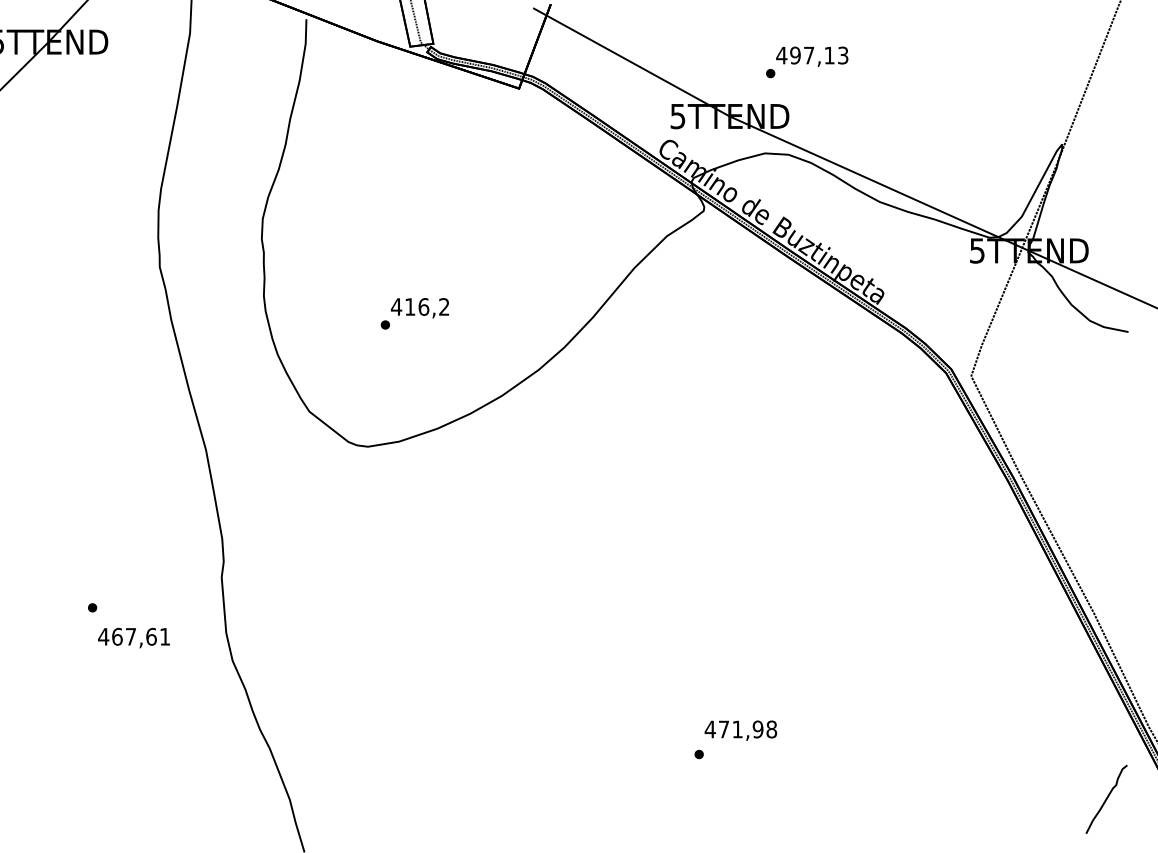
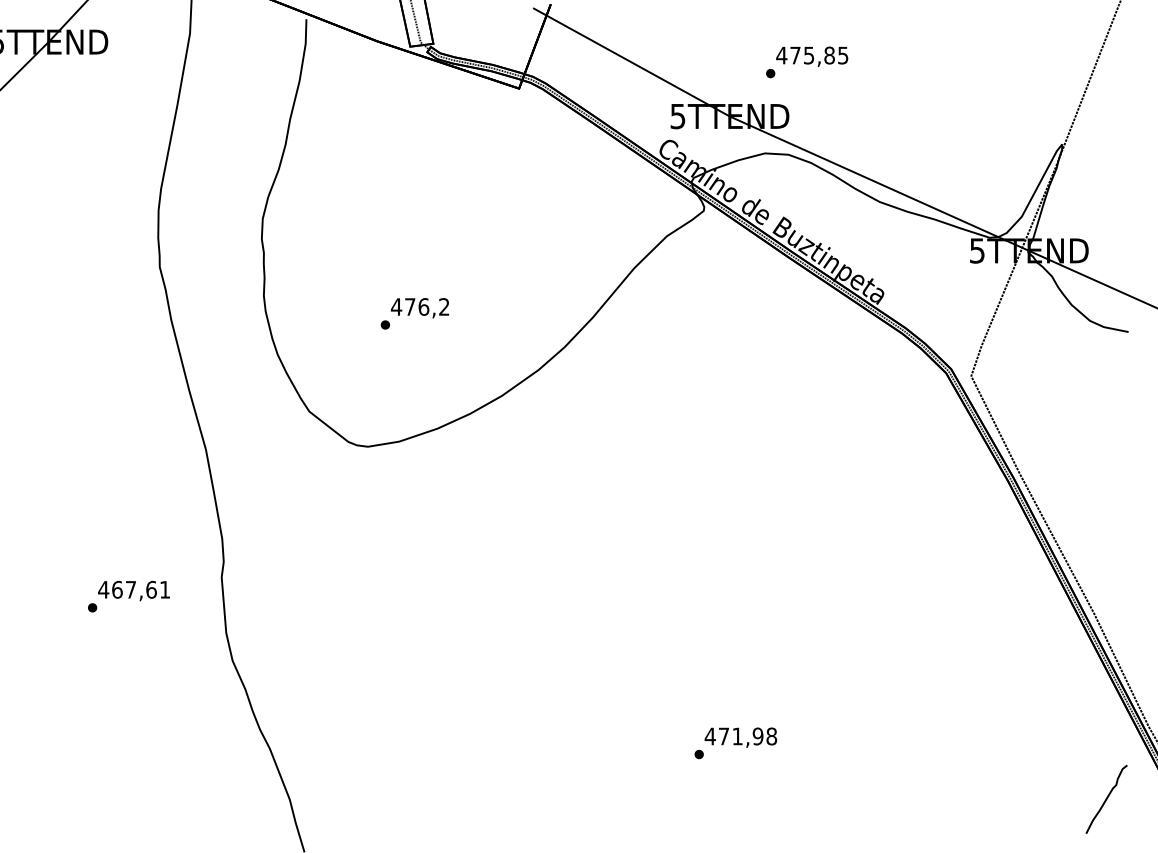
text at (819, 55): 497,13 -> 475,85
text at (410, 306): 416,2 -> 476,2
text at (133, 637) position: (133, 637) -> (133, 590)
text at (740, 730) position: (740, 730) -> (740, 737)
